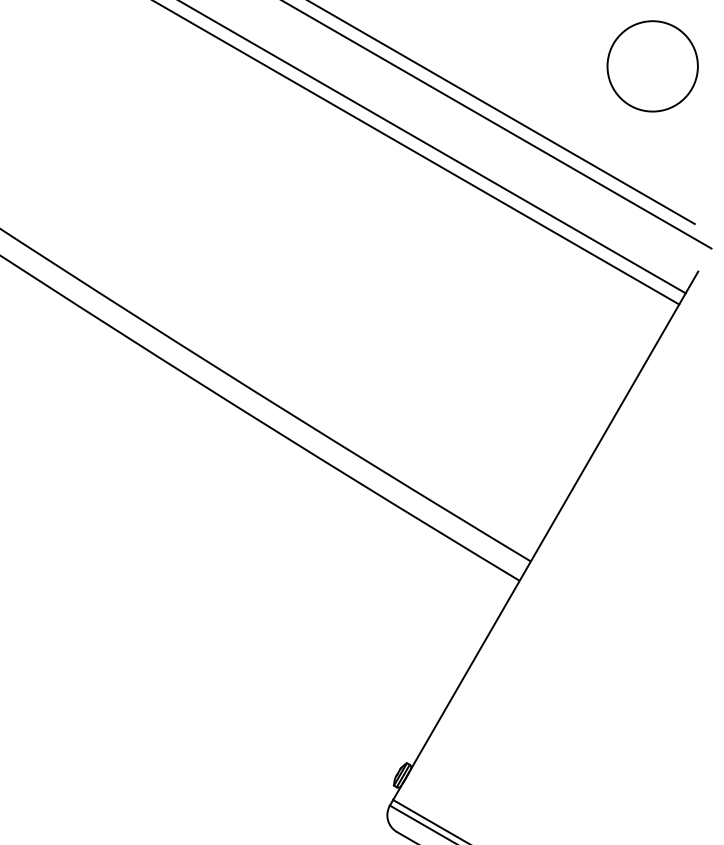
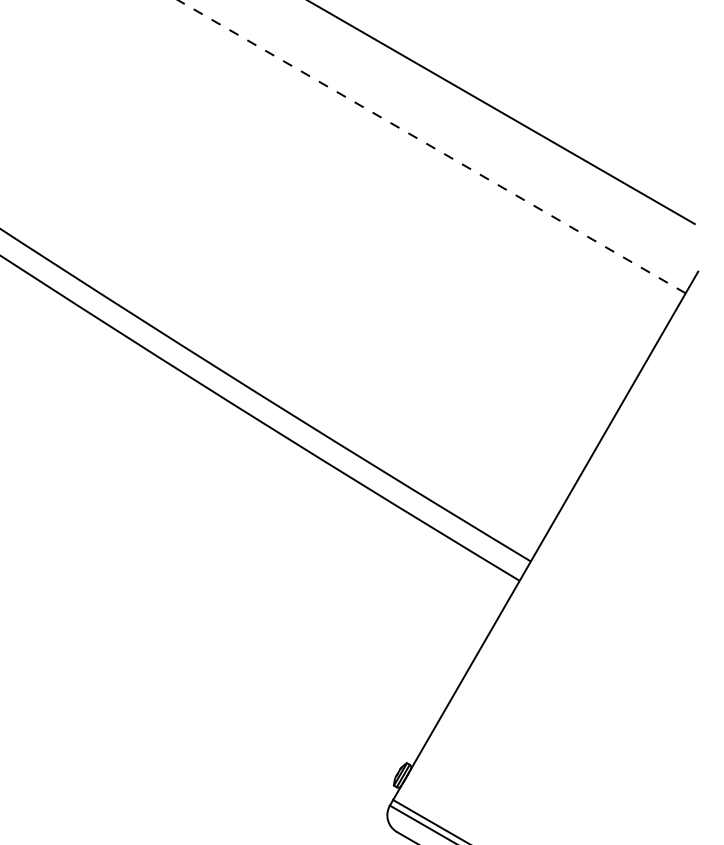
circle at (652, 66): present -> none
line at (498, 125): present -> none
line at (431, 146): solid -> dashed
line at (417, 153): present -> none
